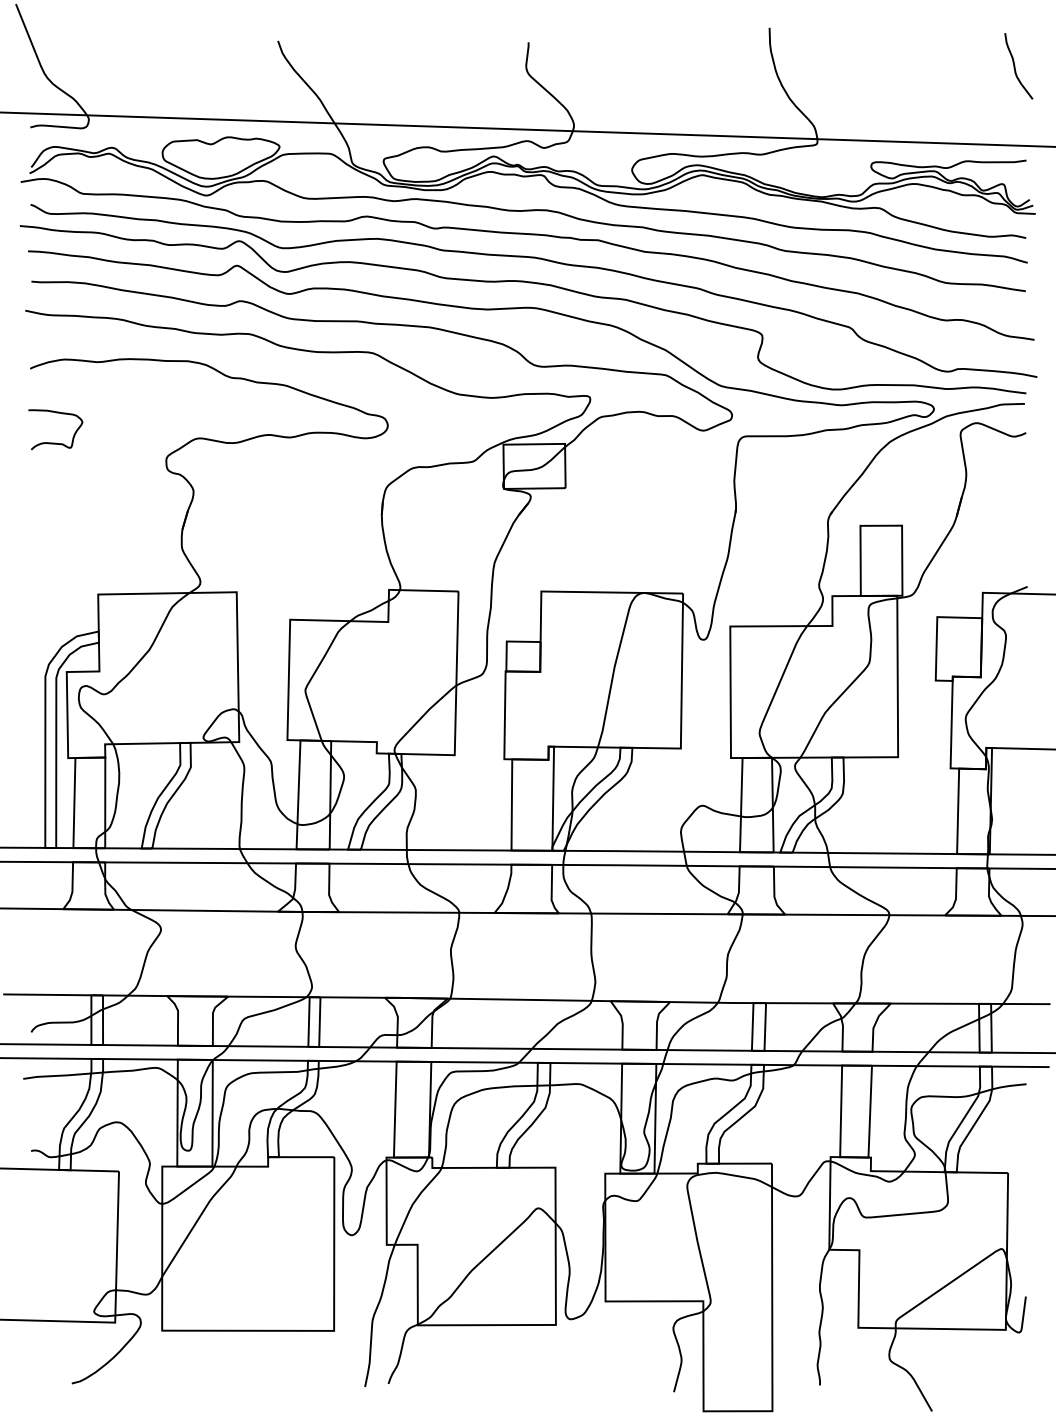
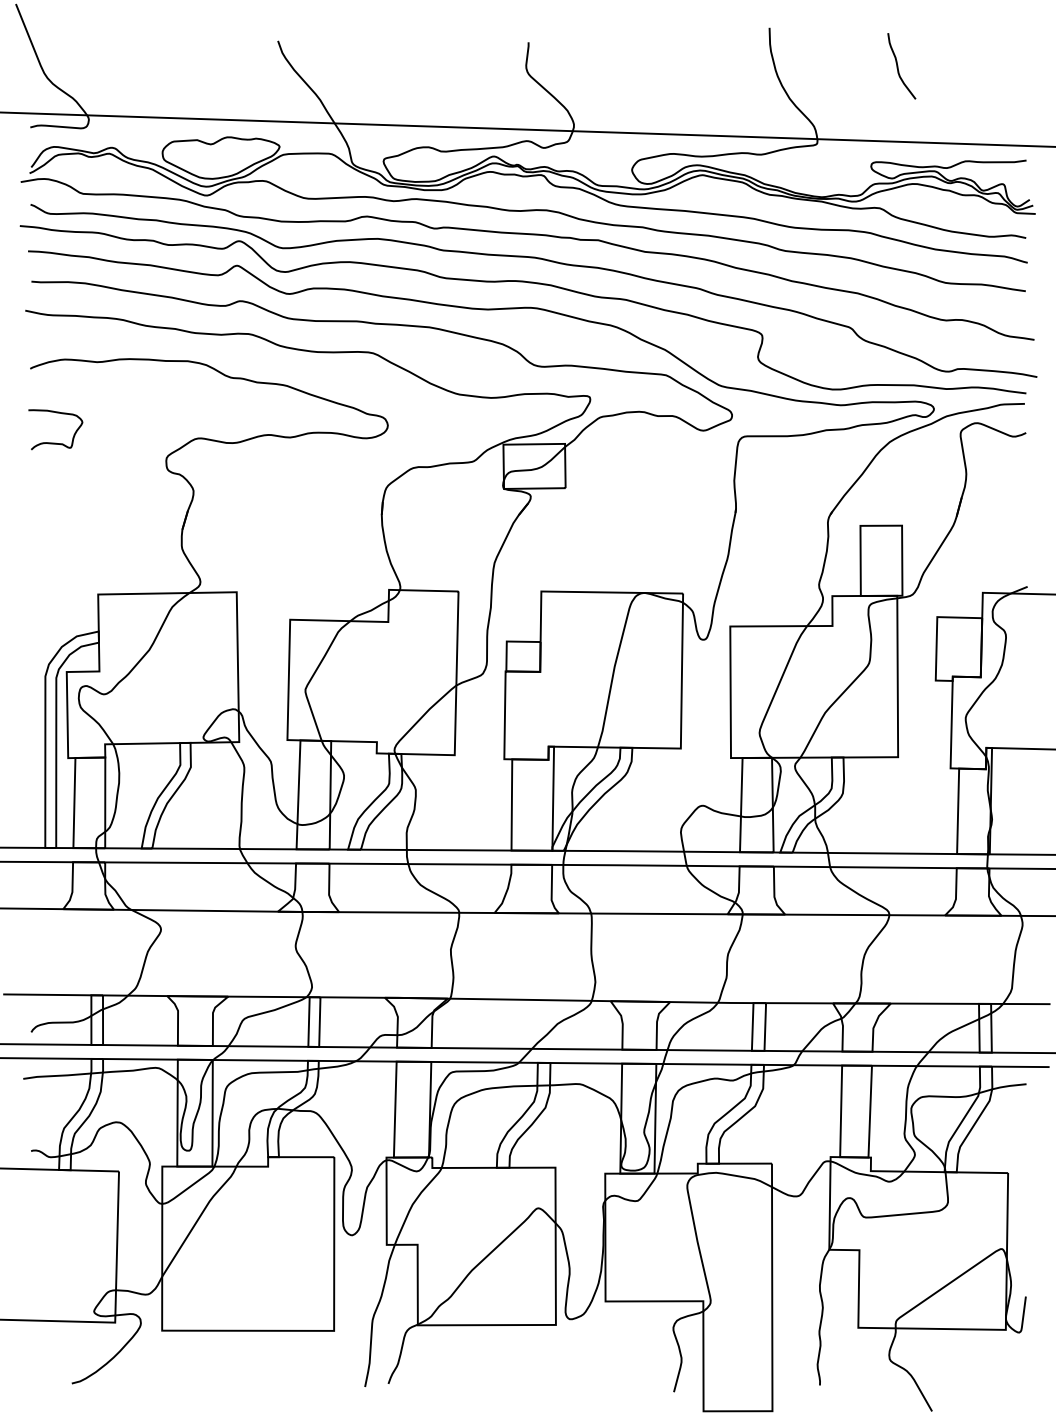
curve at (1015, 66) position: (1015, 66) -> (898, 66)
